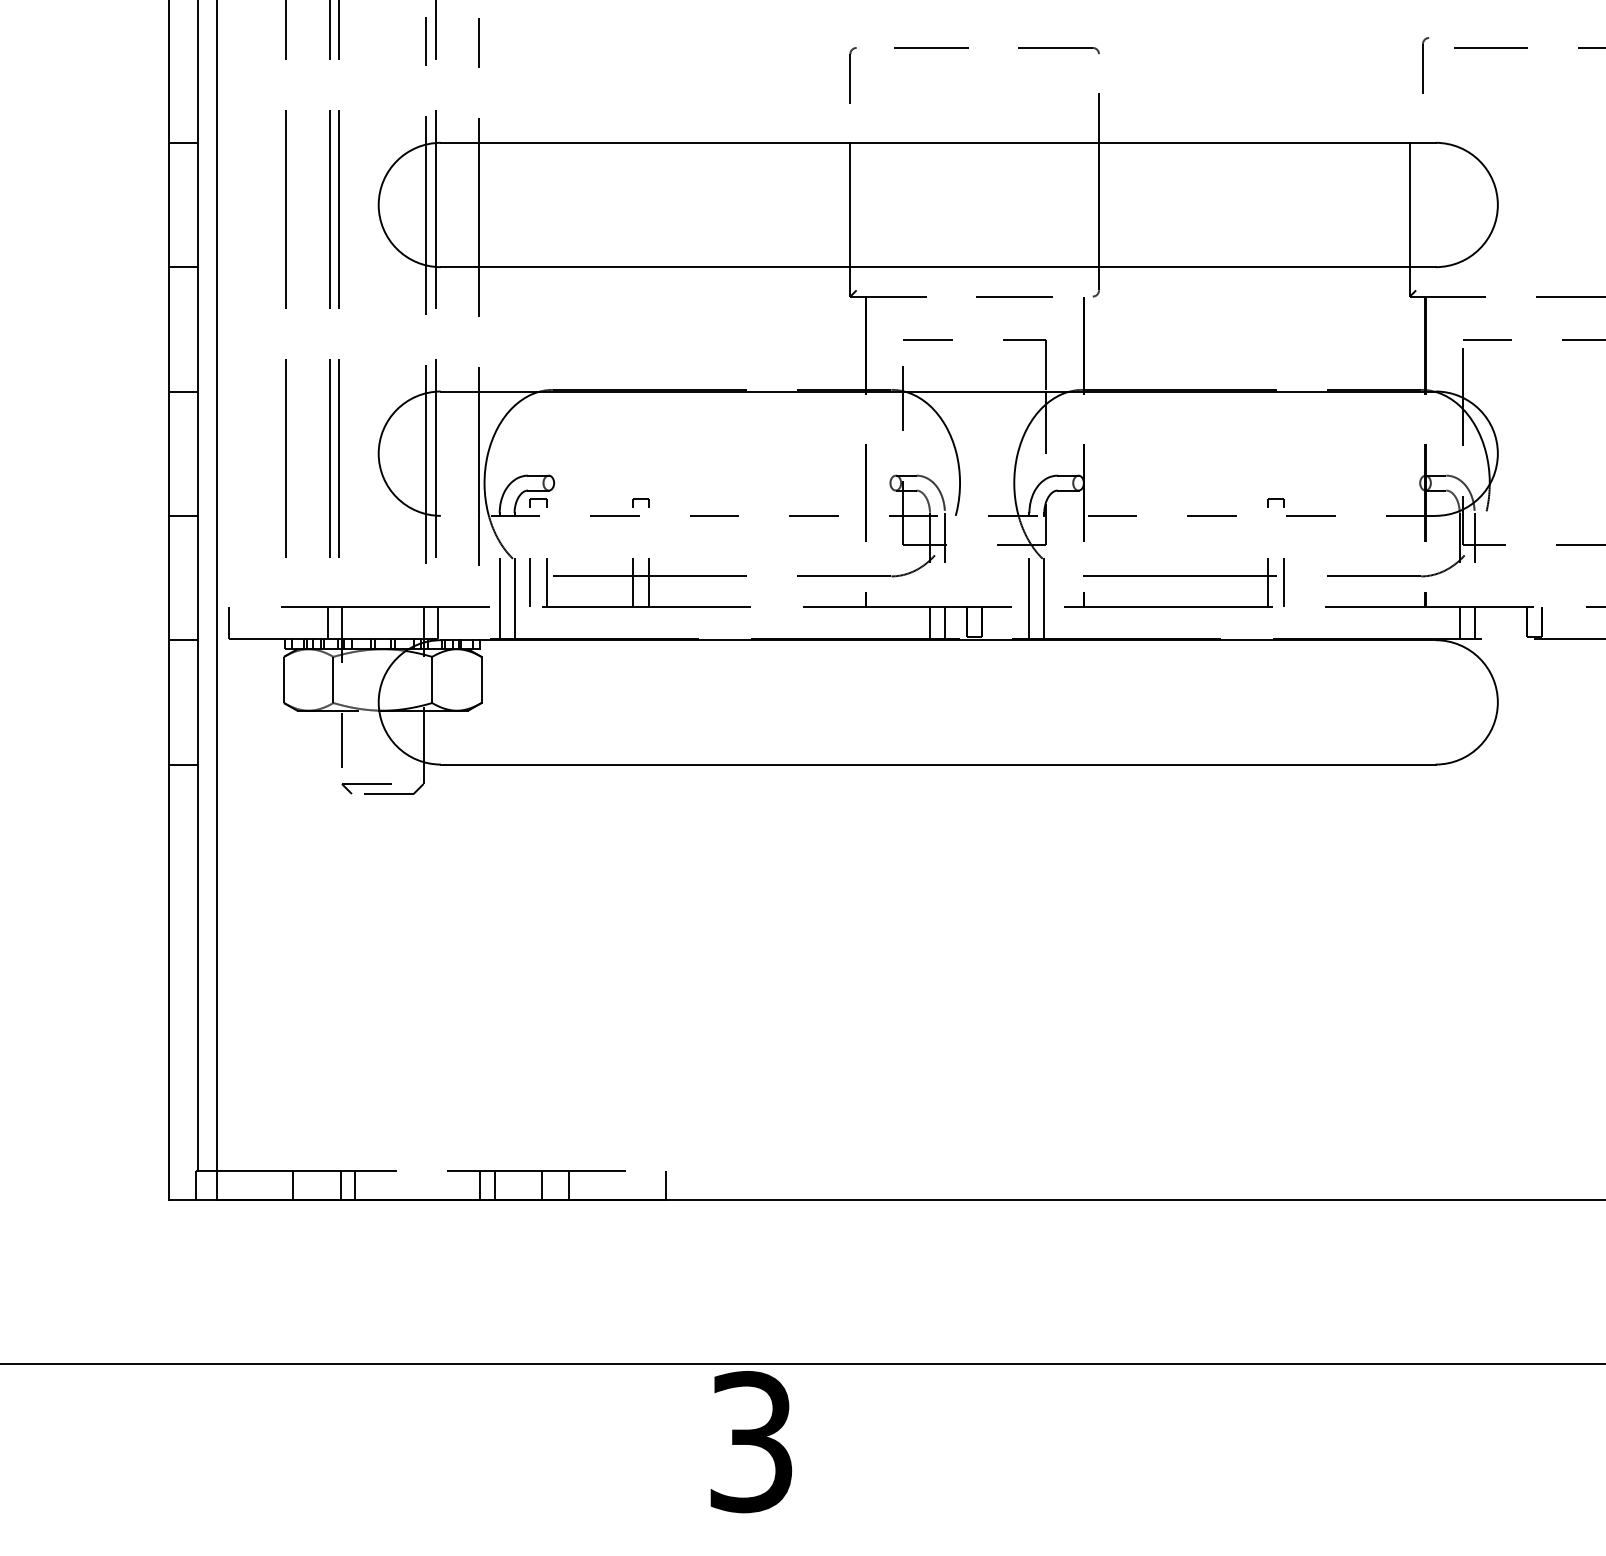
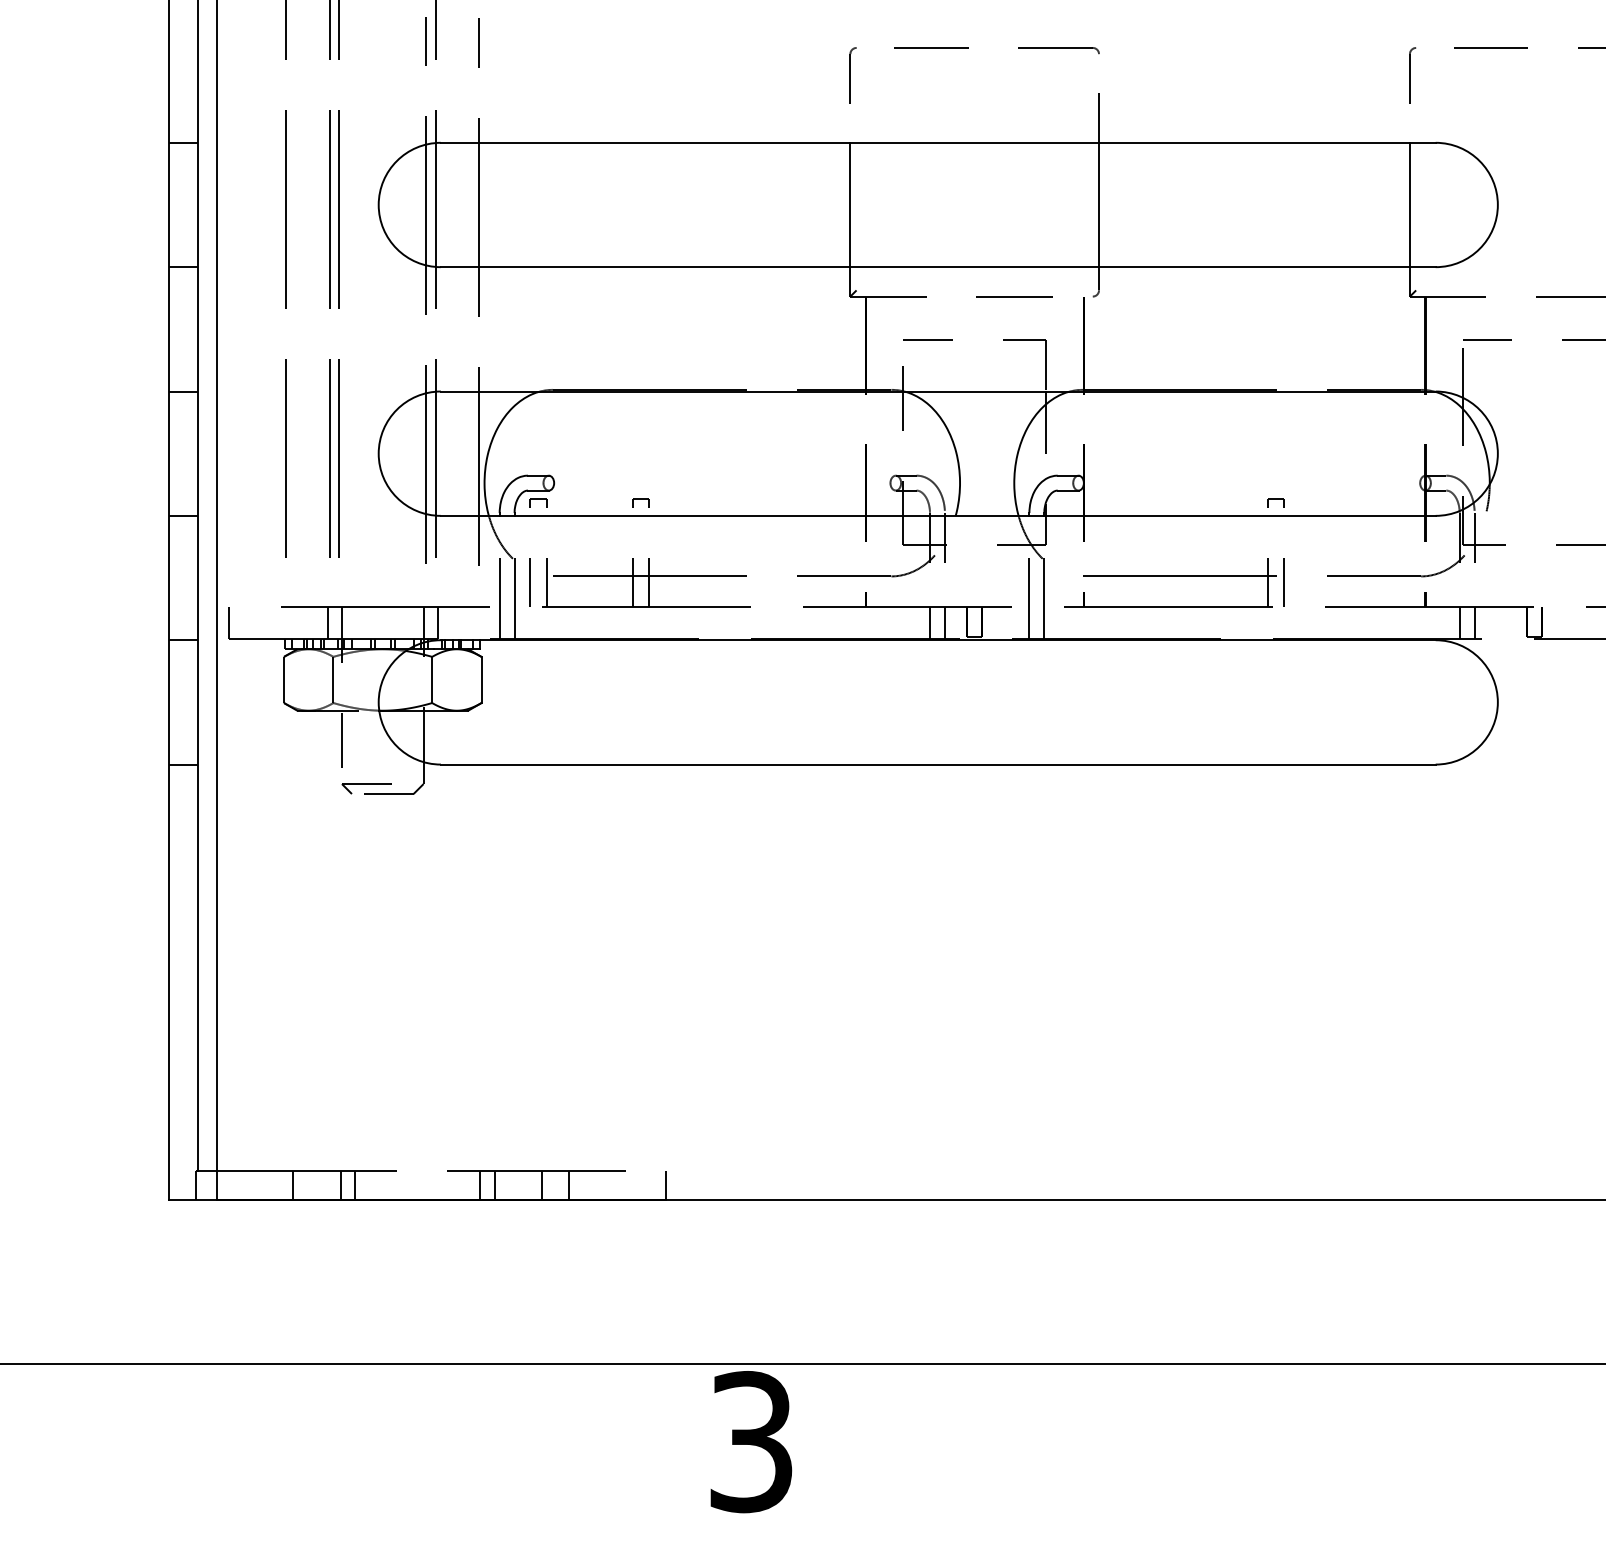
part at (1425, 65) position: (1425, 65) -> (1412, 75)
line at (937, 515): dashed -> solid
